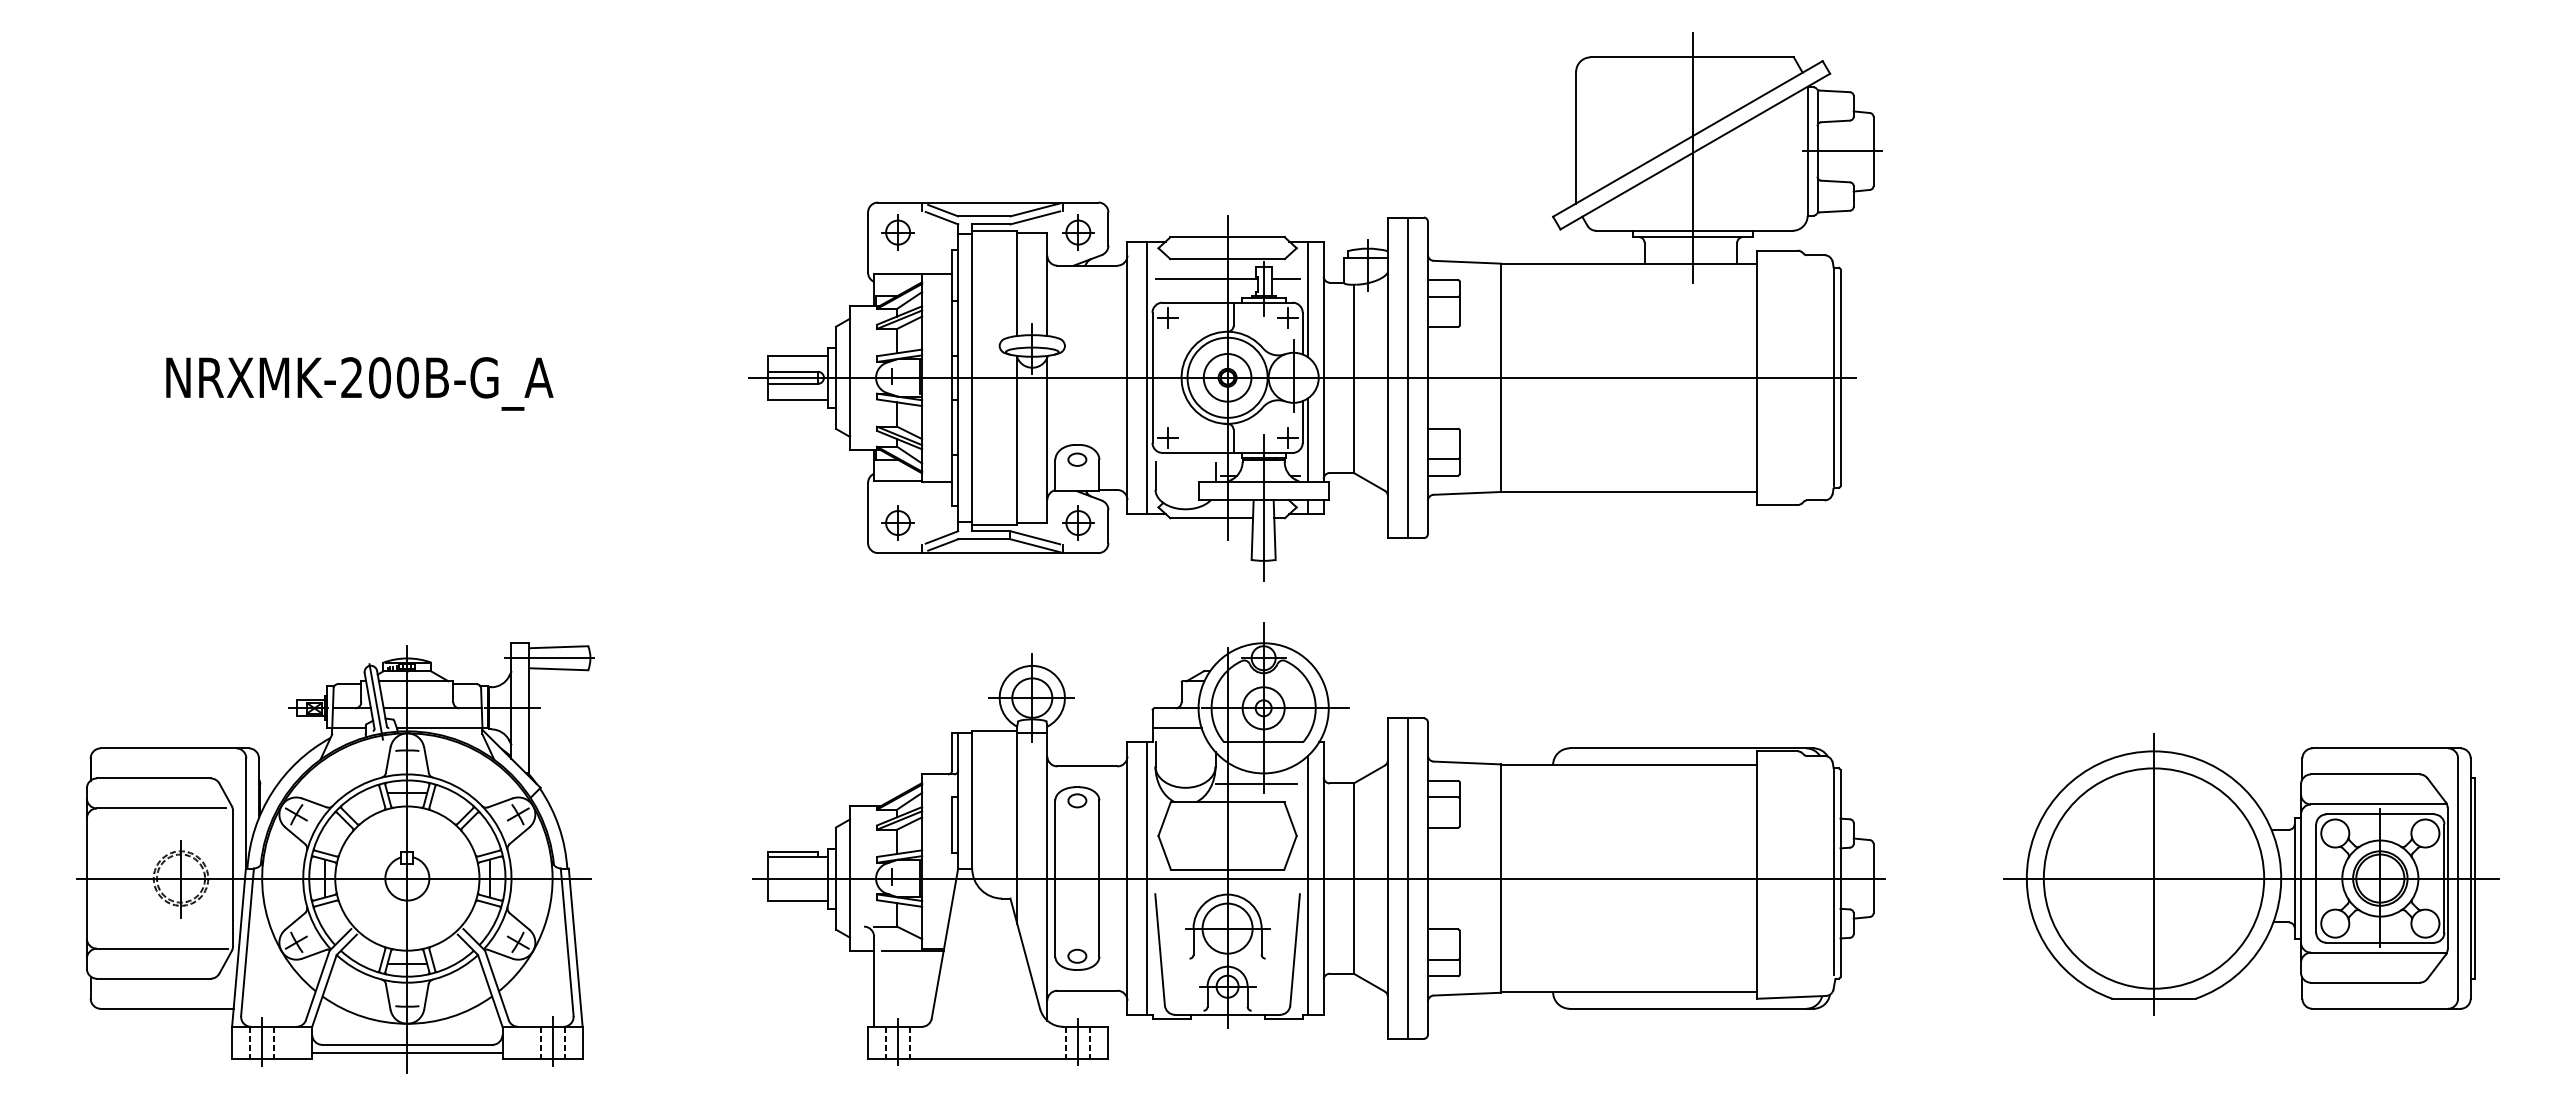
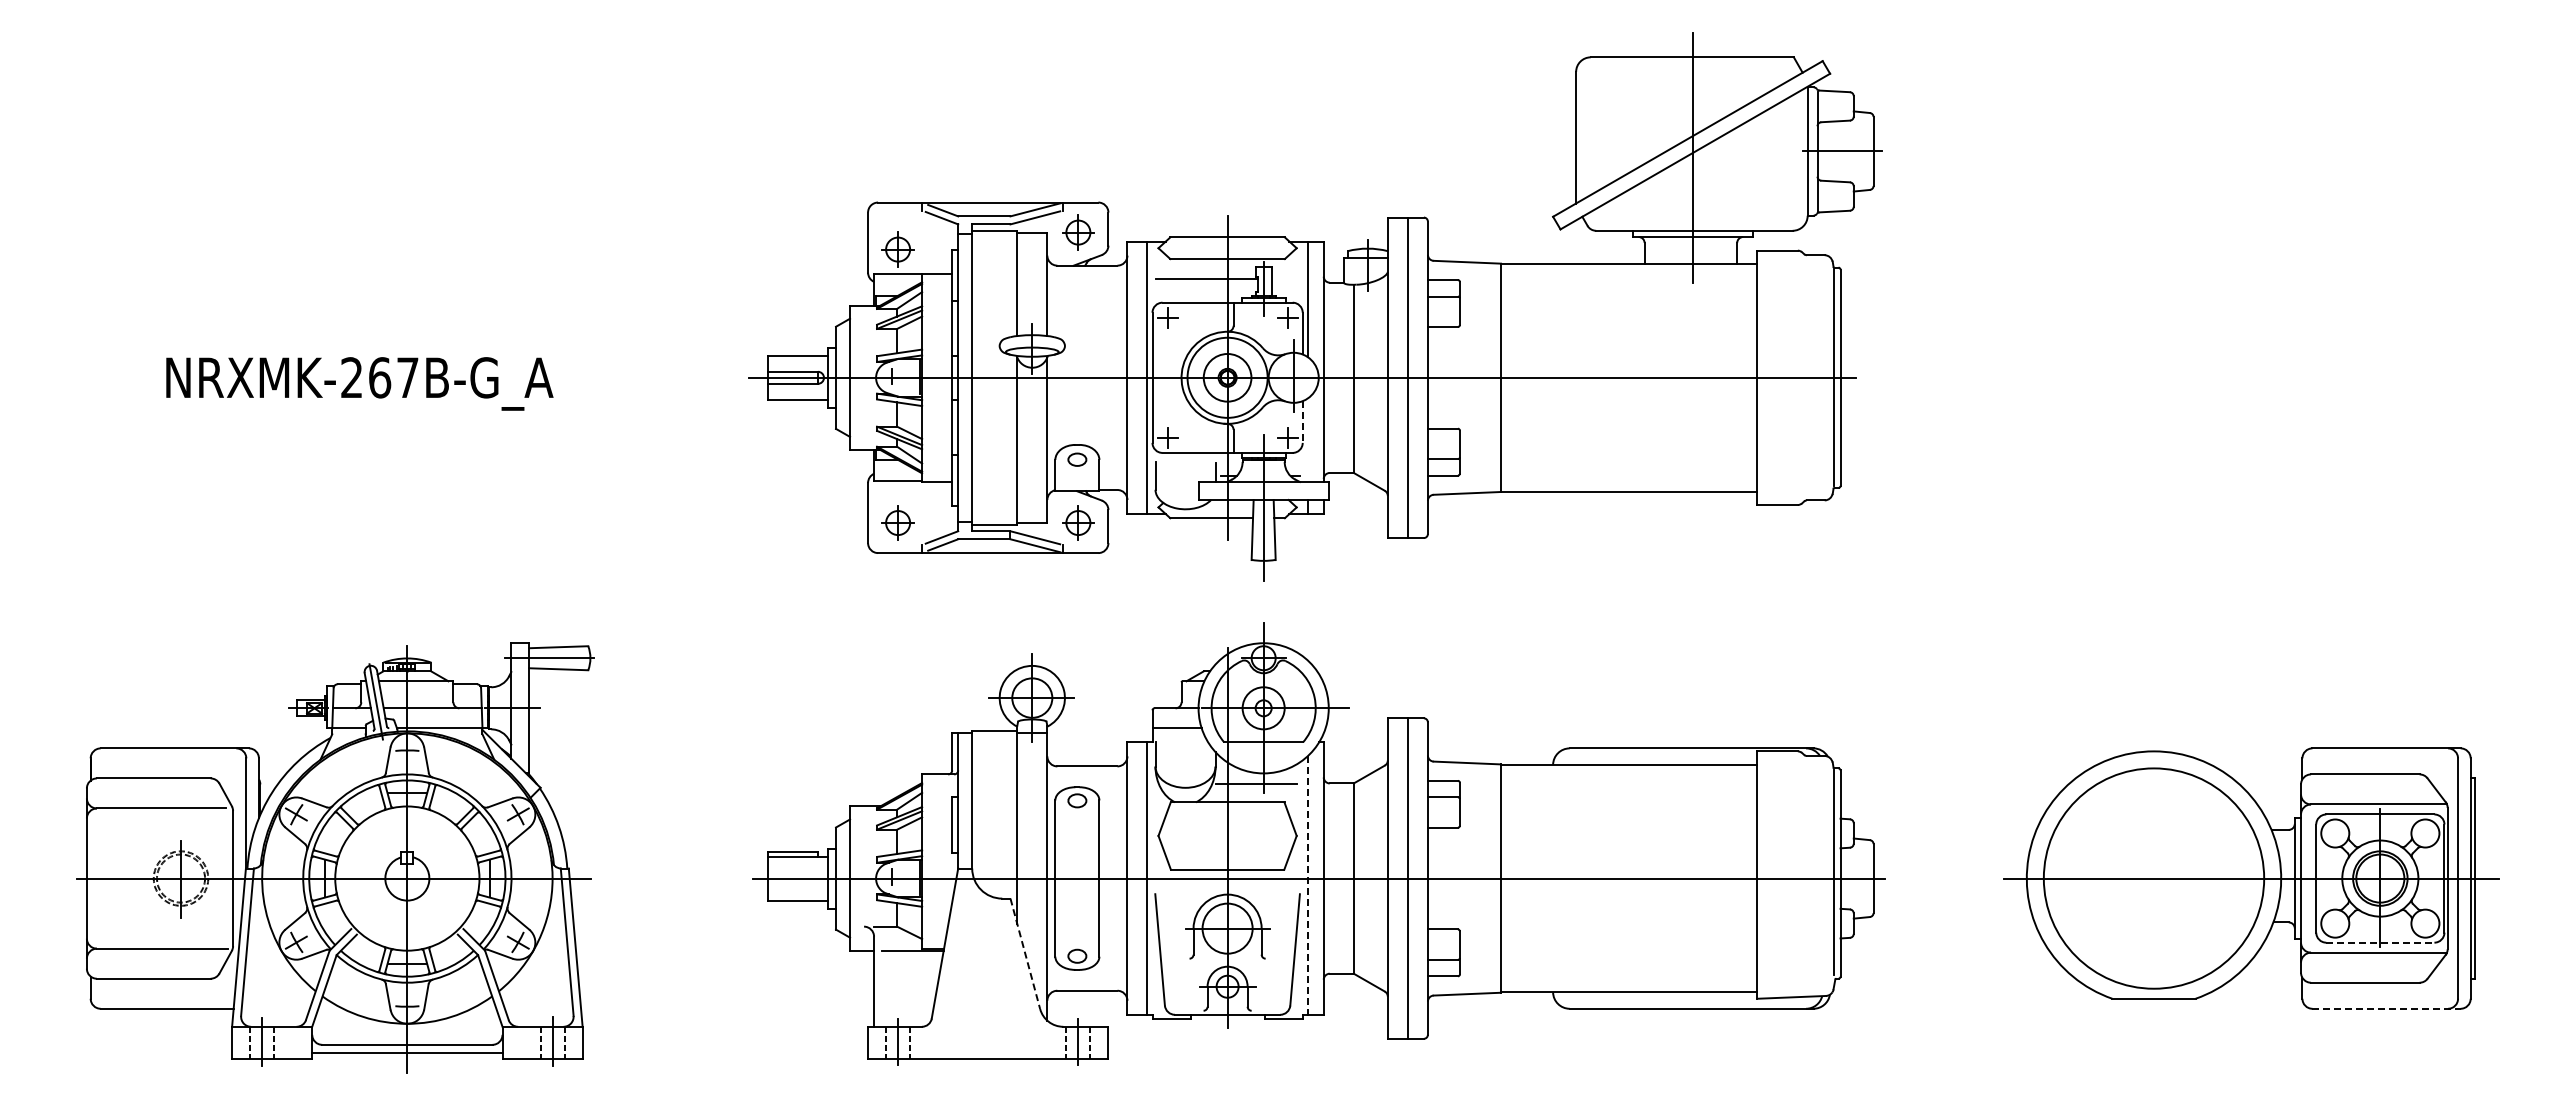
part at (897, 232) position: (897, 232) -> (897, 249)
line at (1285, 279): present -> none
text at (393, 377): NRXMK-200B-G_A -> NRXMK-267B-G_A
line at (1302, 422): solid -> dashed
line at (1307, 439): present -> none
line at (2154, 874): present -> none
line at (1307, 885): solid -> dashed
line at (2380, 942): solid -> dashed
line at (1025, 954): solid -> dashed
line at (2387, 1008): solid -> dashed
